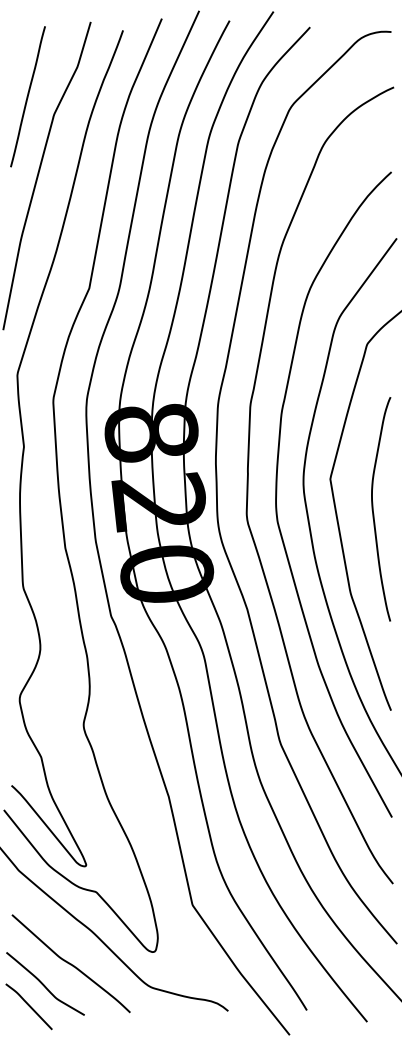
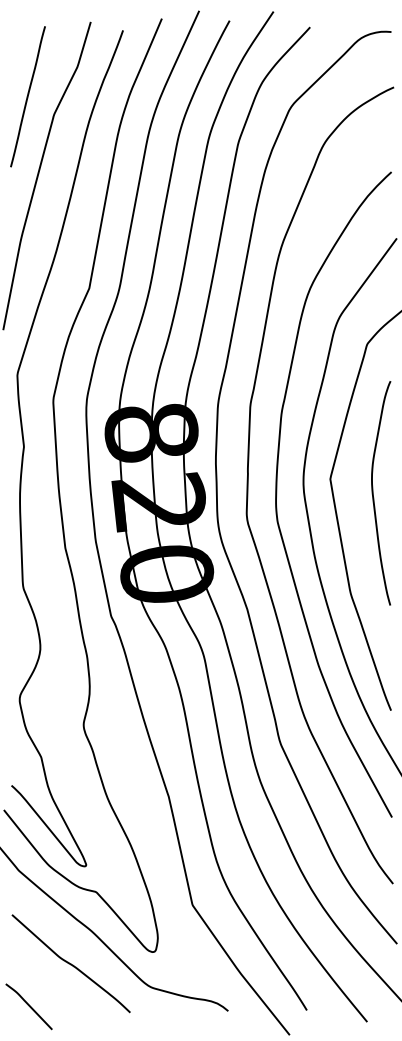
curve at (373, 509) position: (373, 509) -> (373, 493)
curve at (44, 984): present -> none
